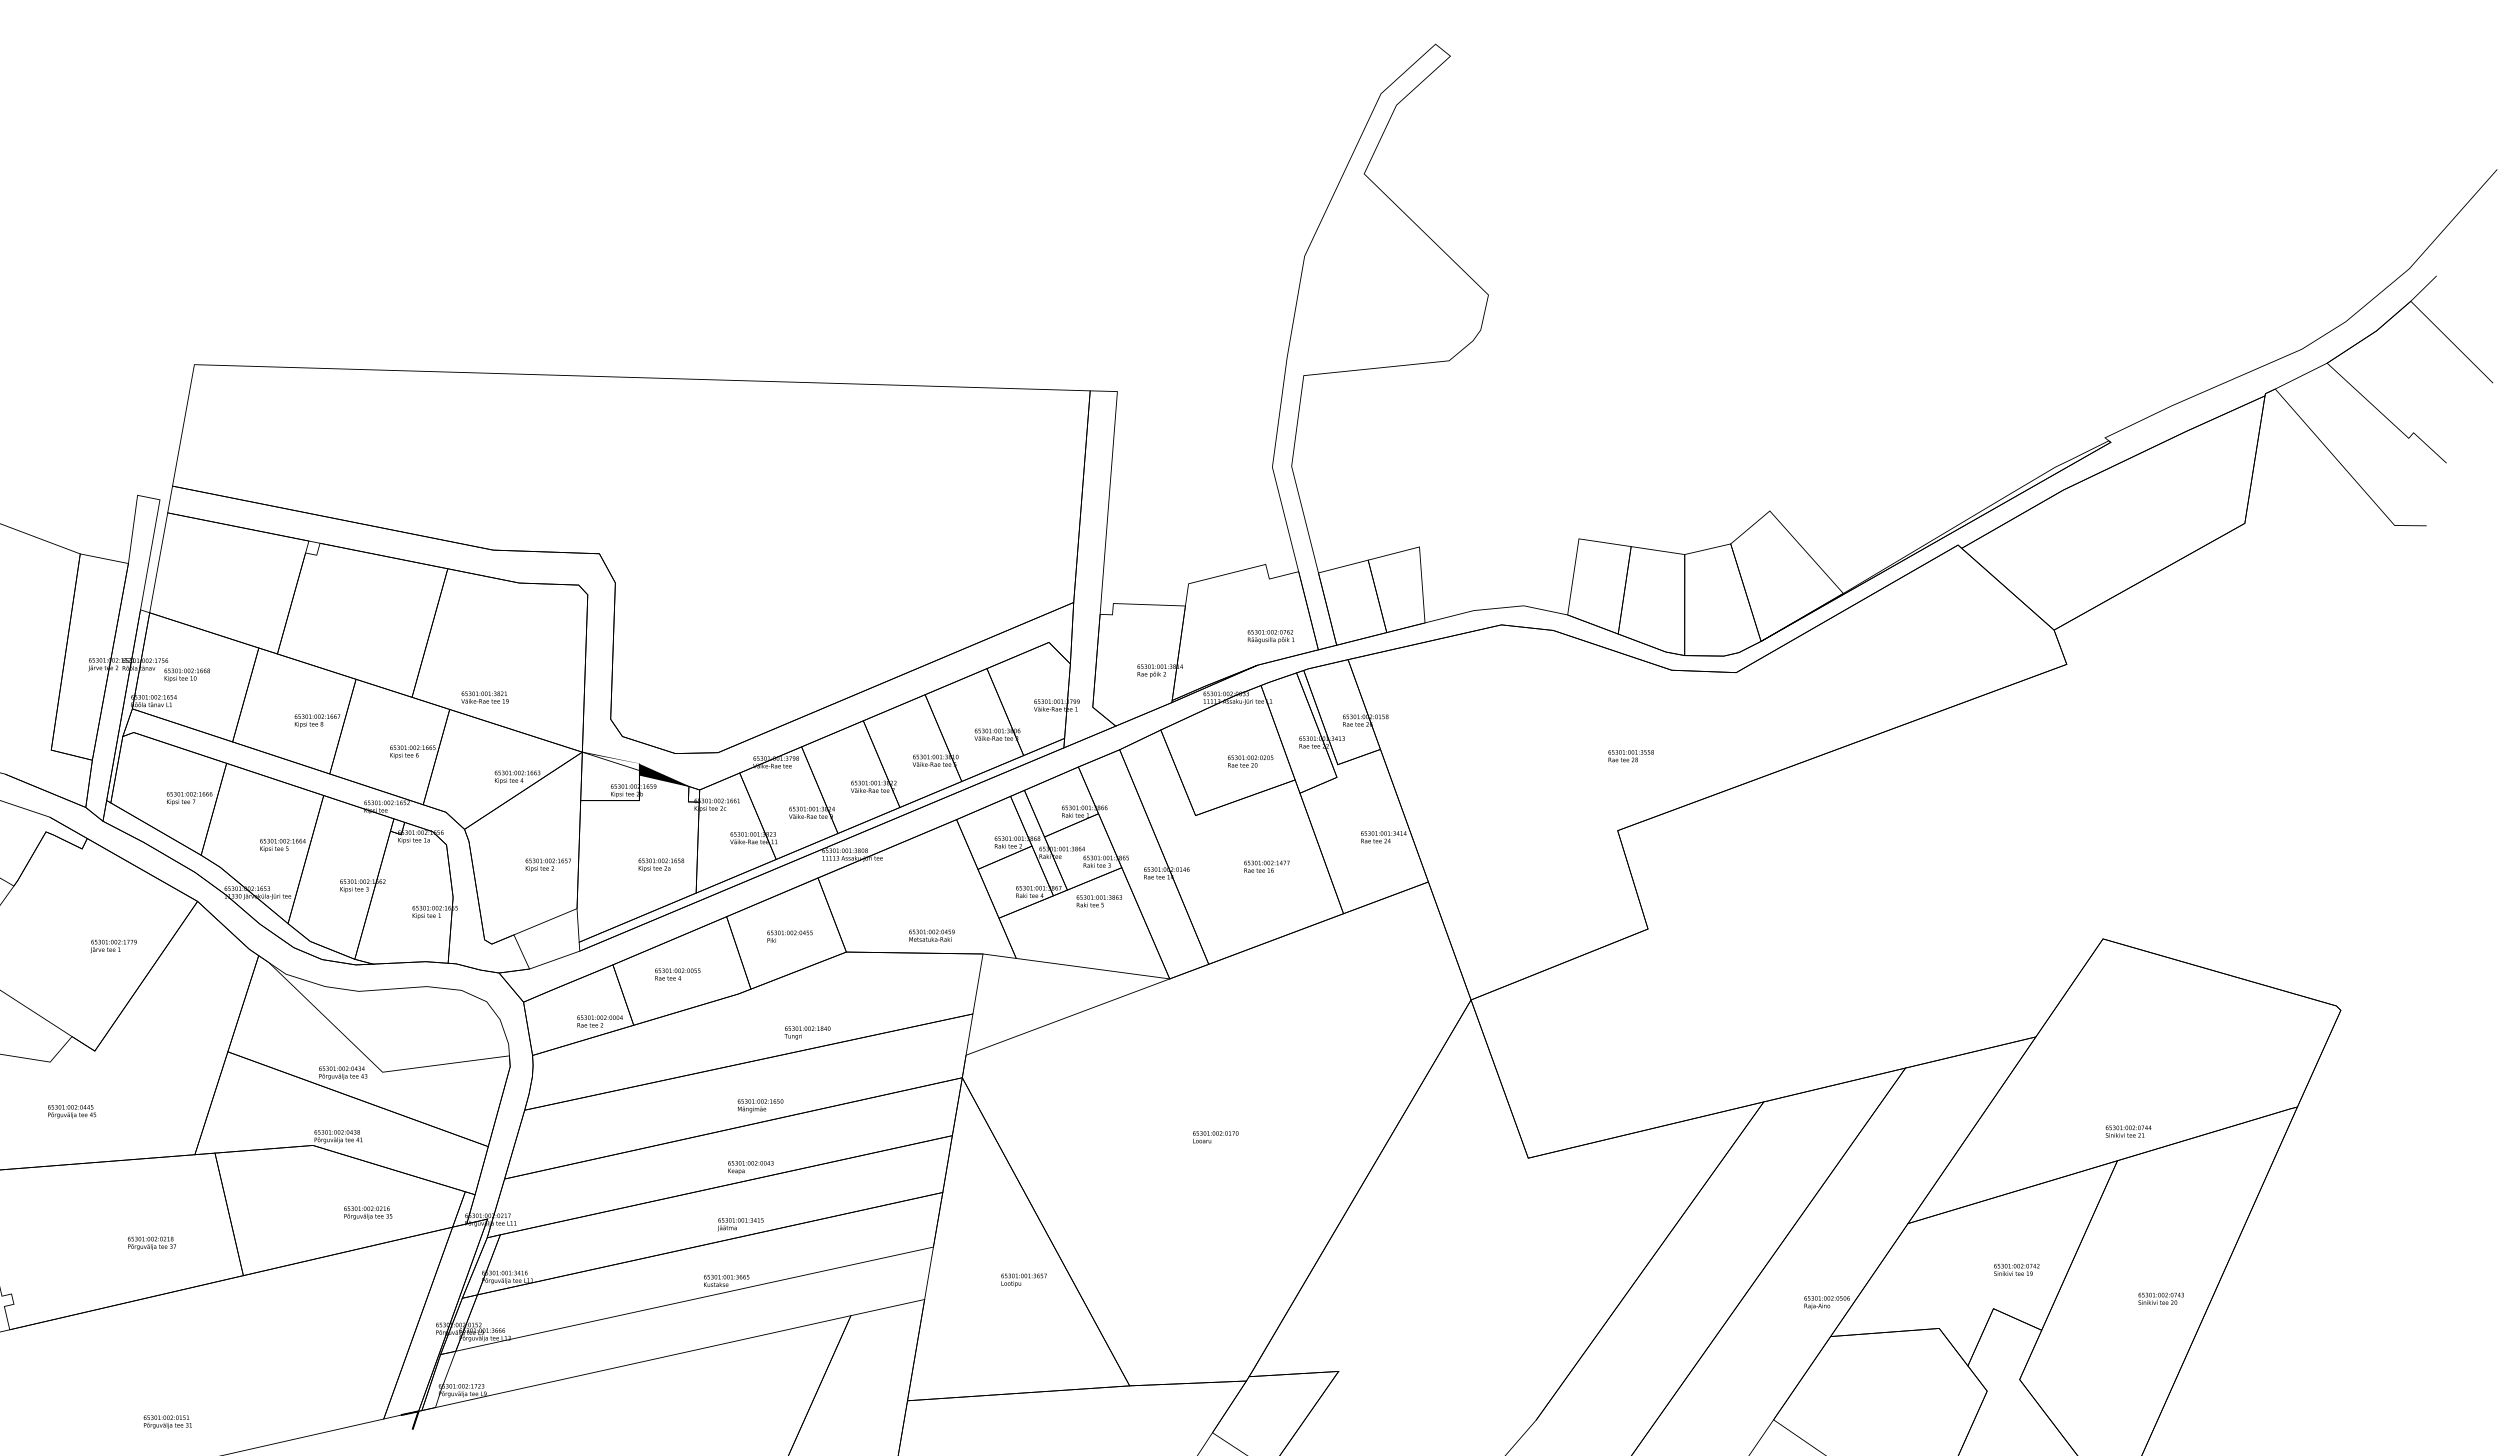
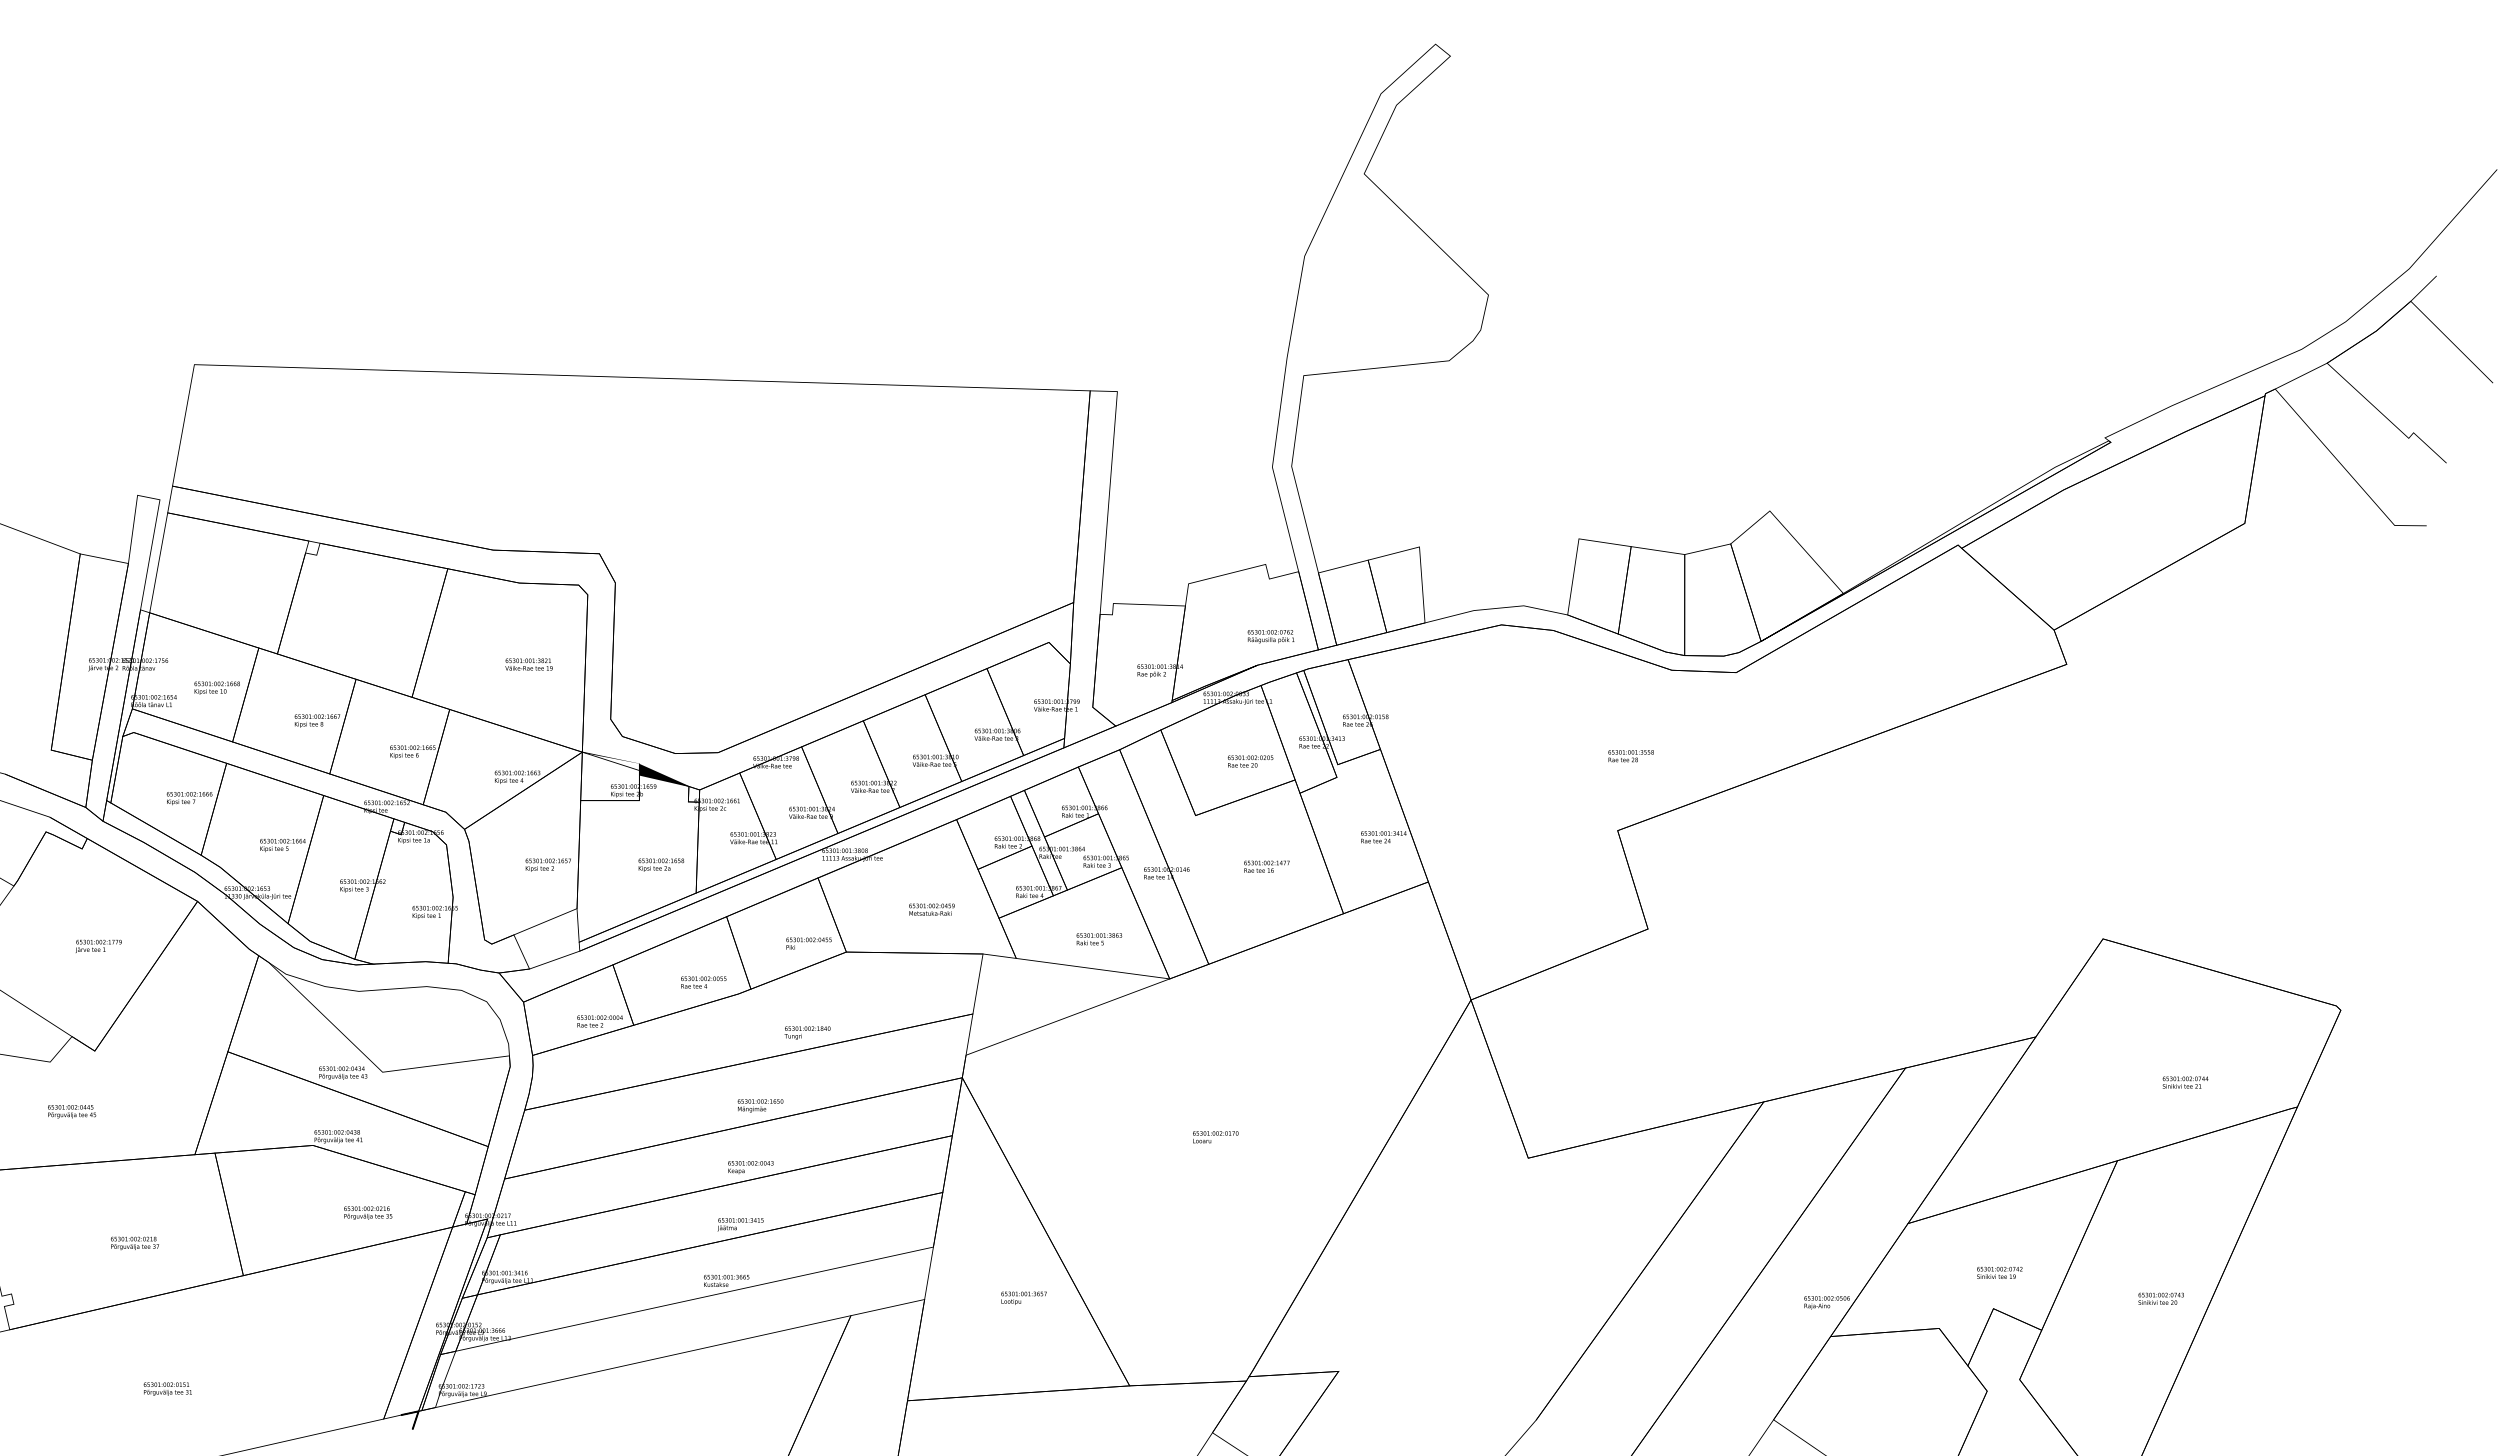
text at (186, 674) position: (186, 674) -> (216, 687)
text at (484, 697) position: (484, 697) -> (528, 664)
text at (1099, 901) position: (1099, 901) -> (1099, 939)
text at (931, 935) position: (931, 935) -> (931, 909)
text at (789, 936) position: (789, 936) -> (808, 943)
text at (113, 945) position: (113, 945) -> (98, 945)
text at (677, 974) position: (677, 974) -> (703, 982)
text at (2128, 1131) position: (2128, 1131) -> (2185, 1082)
text at (151, 1243) position: (151, 1243) -> (134, 1243)
text at (2016, 1269) position: (2016, 1269) -> (1999, 1272)
text at (1023, 1279) position: (1023, 1279) -> (1023, 1297)
text at (167, 1421) position: (167, 1421) -> (167, 1388)
